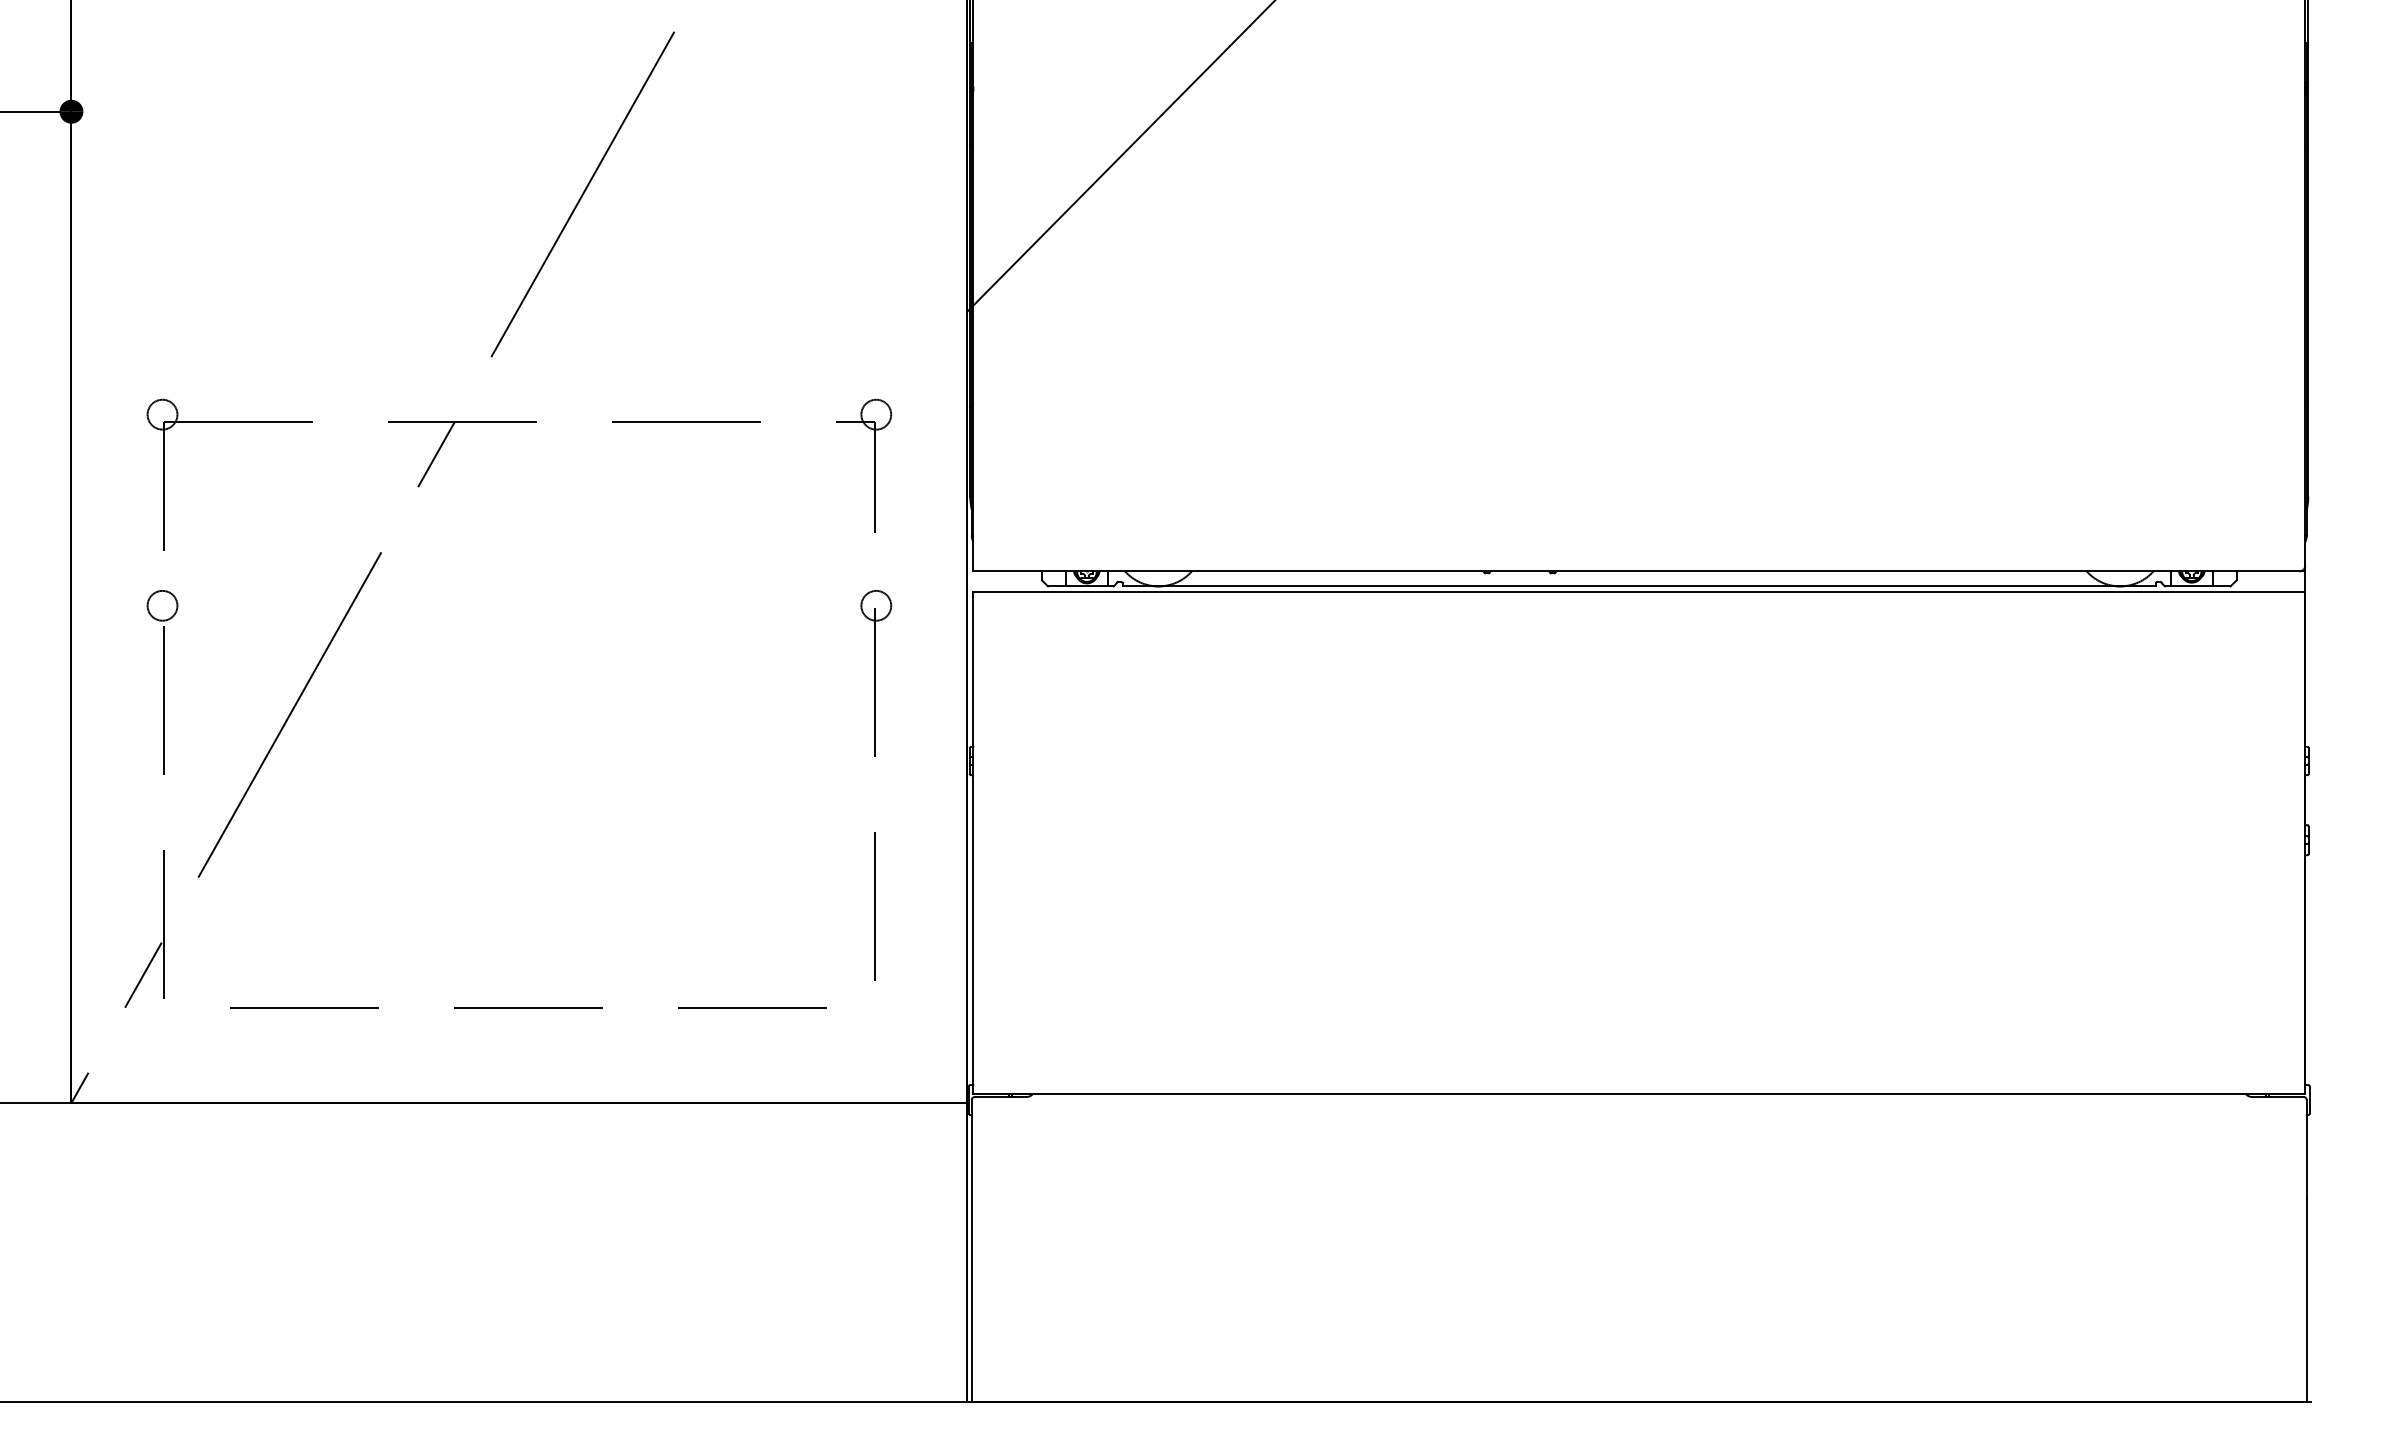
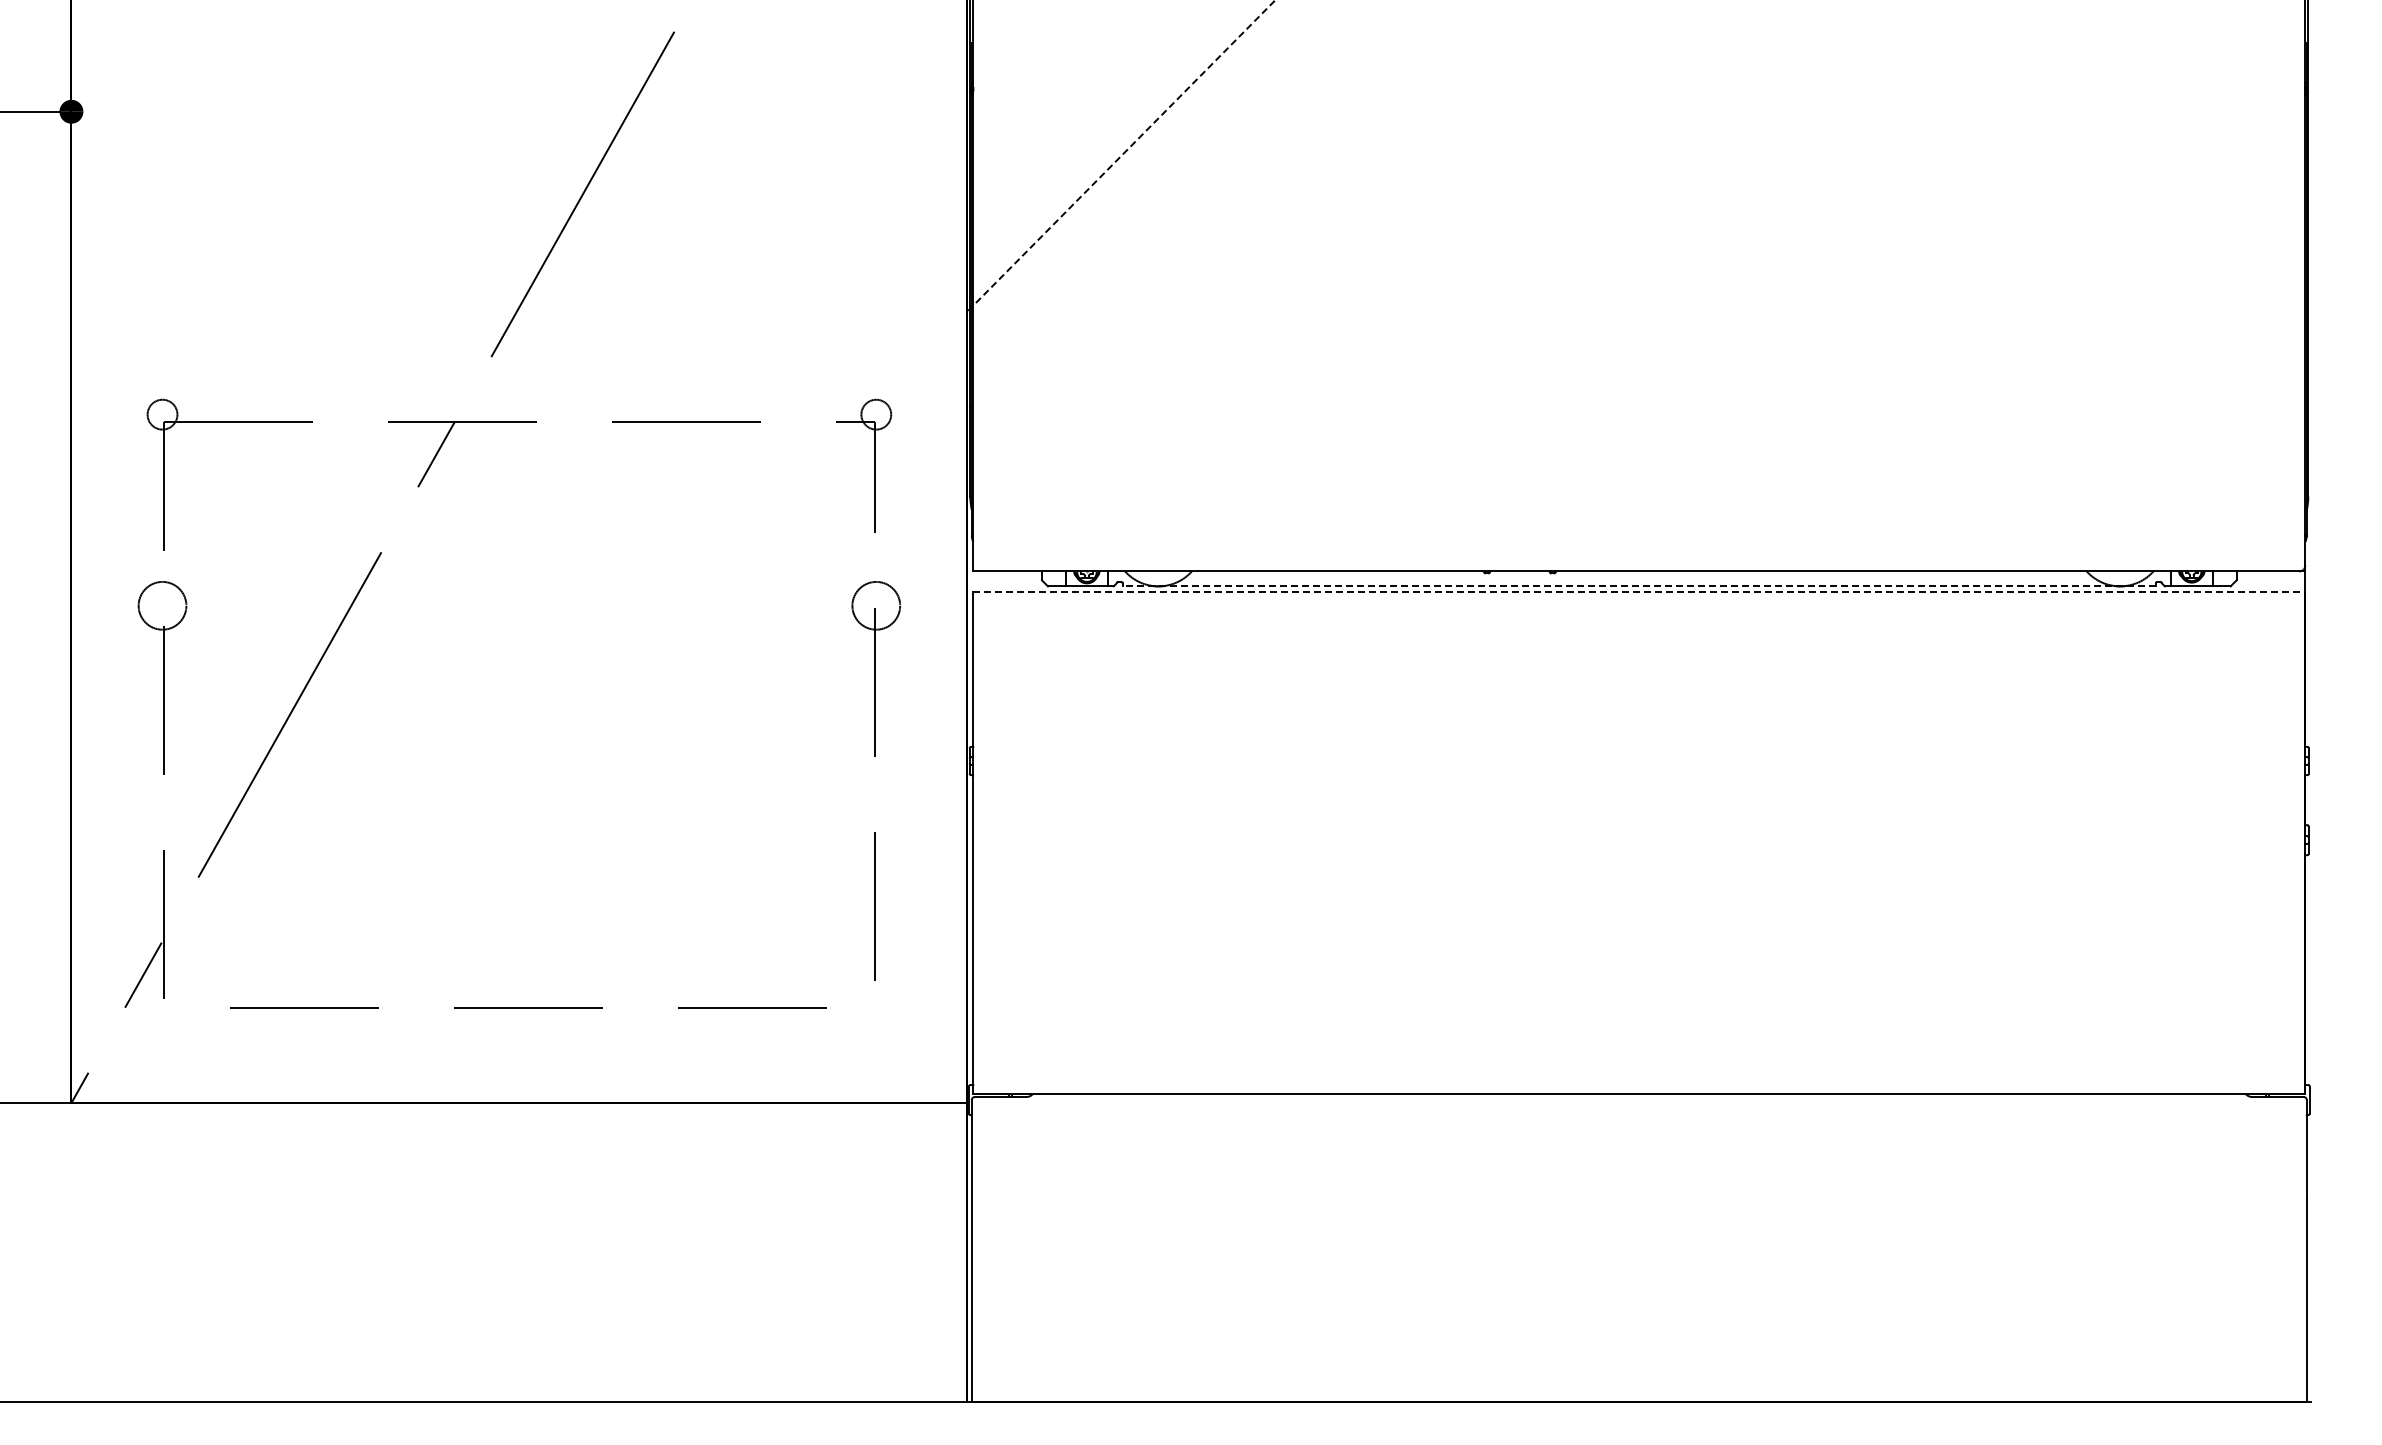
line at (1121, 156): solid -> dashed
line at (1639, 586): solid -> dashed
line at (1639, 592): solid -> dashed
circle at (162, 605) diameter: 30 px -> 48 px
circle at (876, 605) diameter: 30 px -> 48 px
